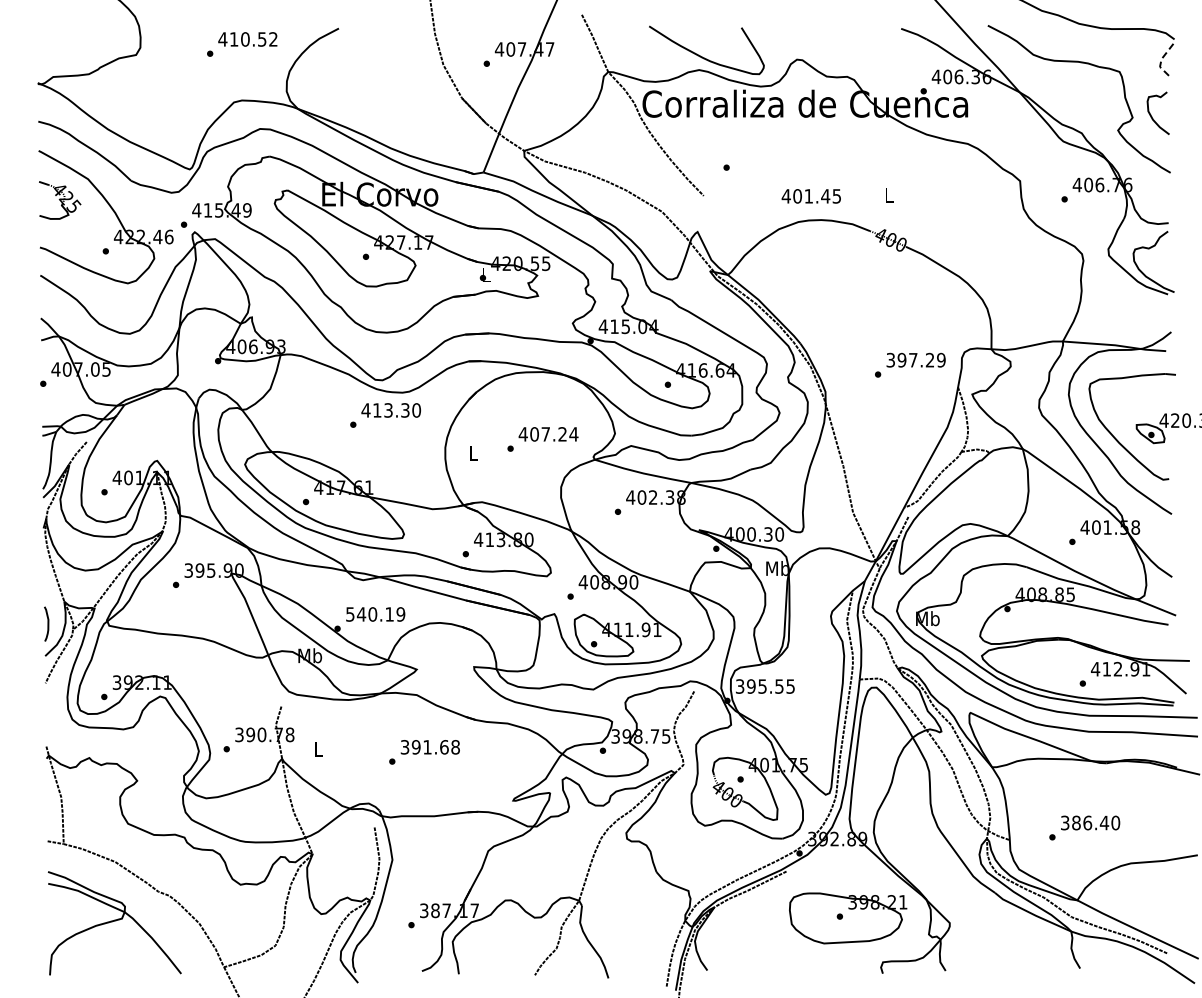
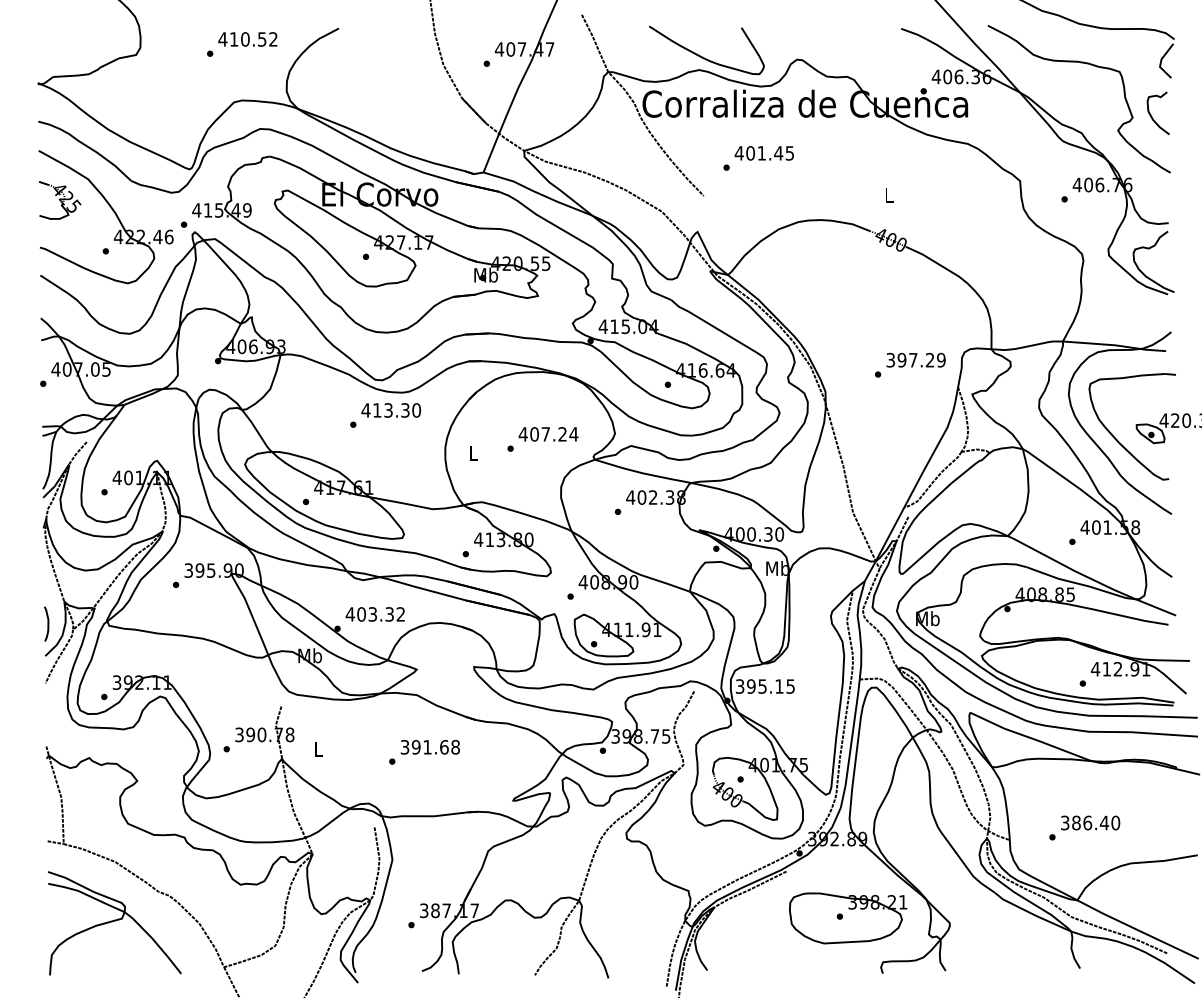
line at (1161, 61): dashed -> solid
text at (810, 196) position: (810, 196) -> (763, 153)
text at (485, 274): L -> Mb
text at (375, 614): 540.19 -> 403.32
text at (779, 686): 395.55 -> 395.15
